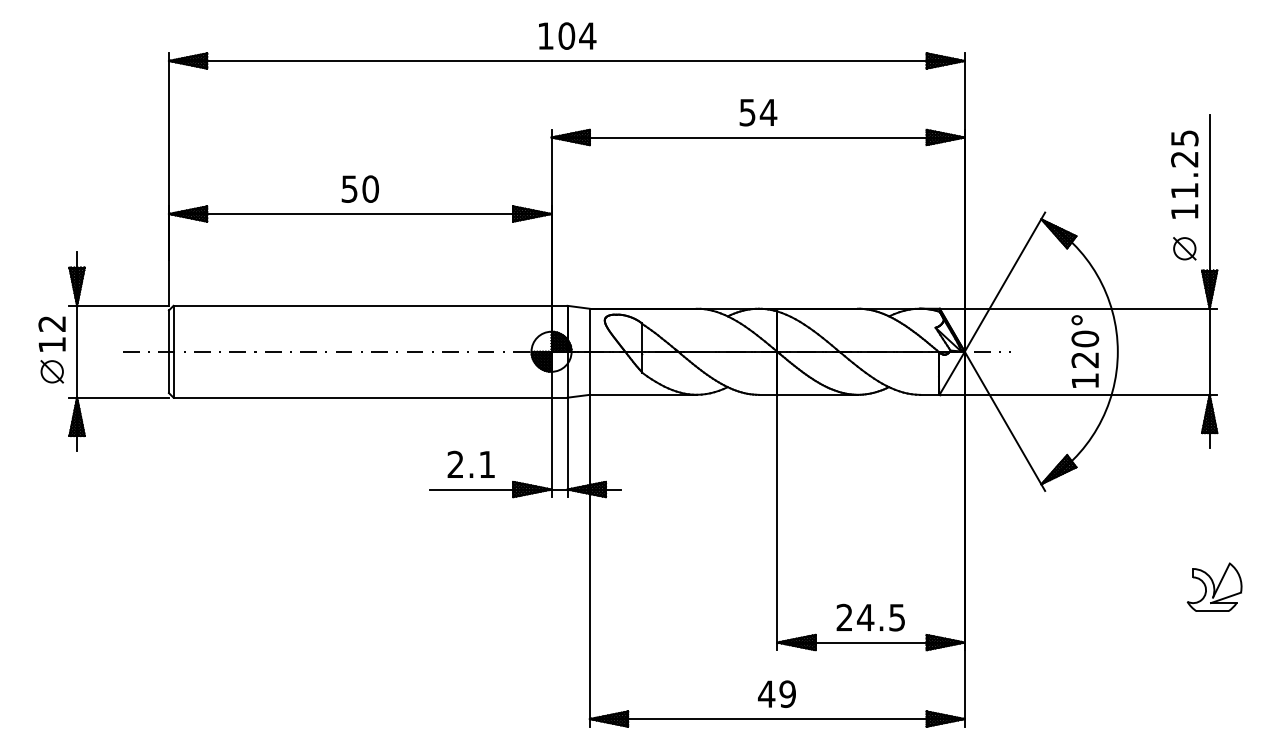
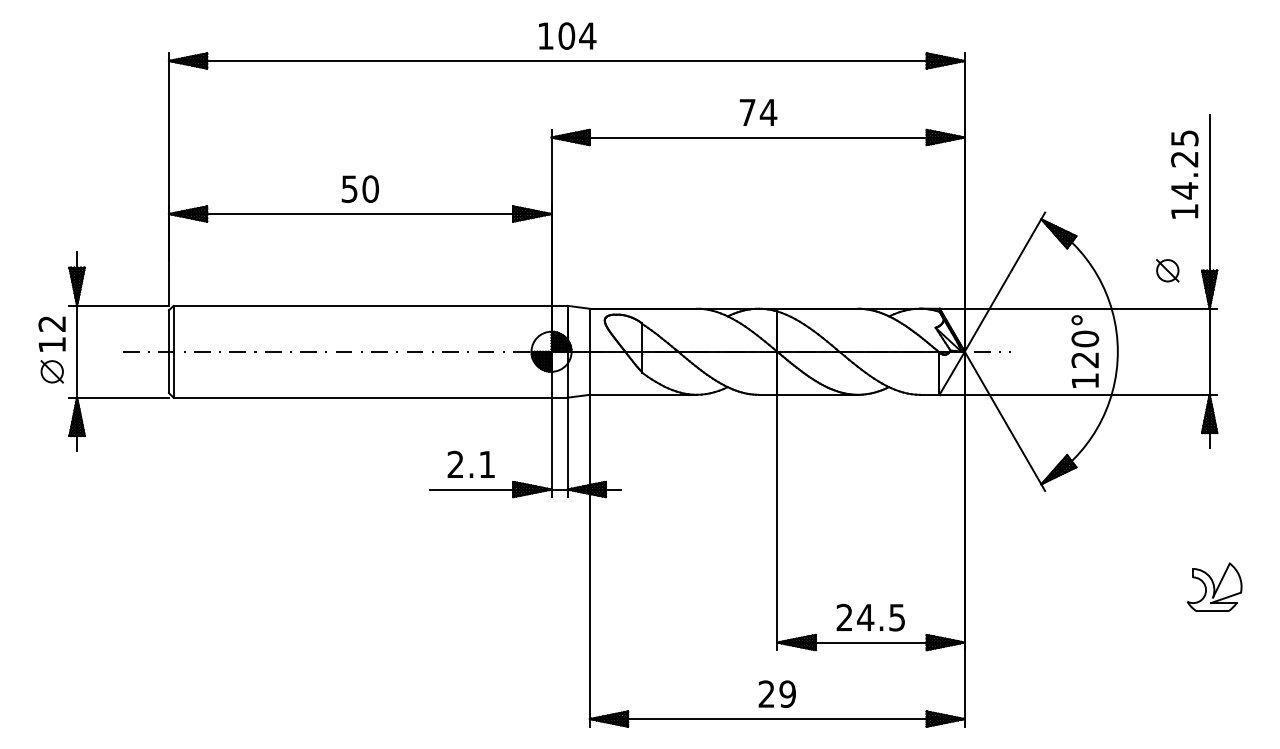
text at (747, 112): 54 -> 74
text at (1184, 190): 11.25 -> 14.25
part at (1184, 248) position: (1184, 248) -> (1167, 270)
text at (766, 693): 49 -> 29
